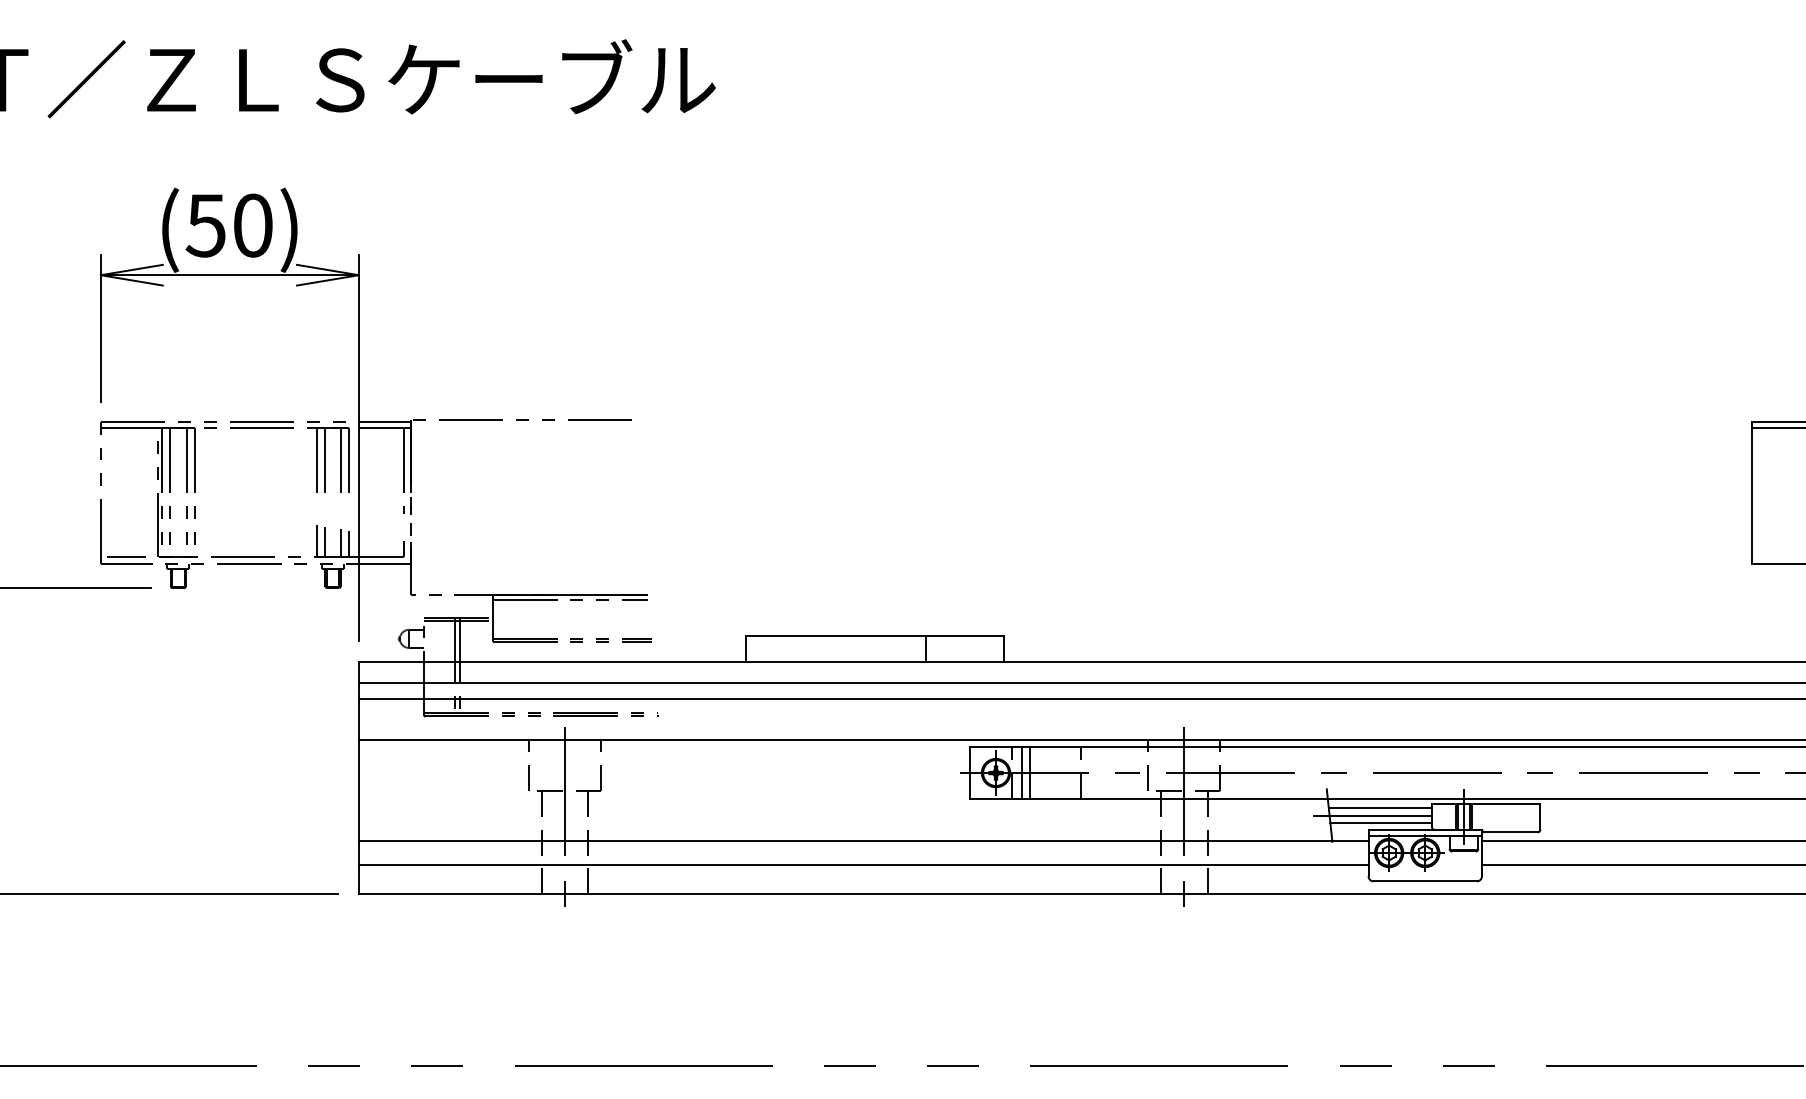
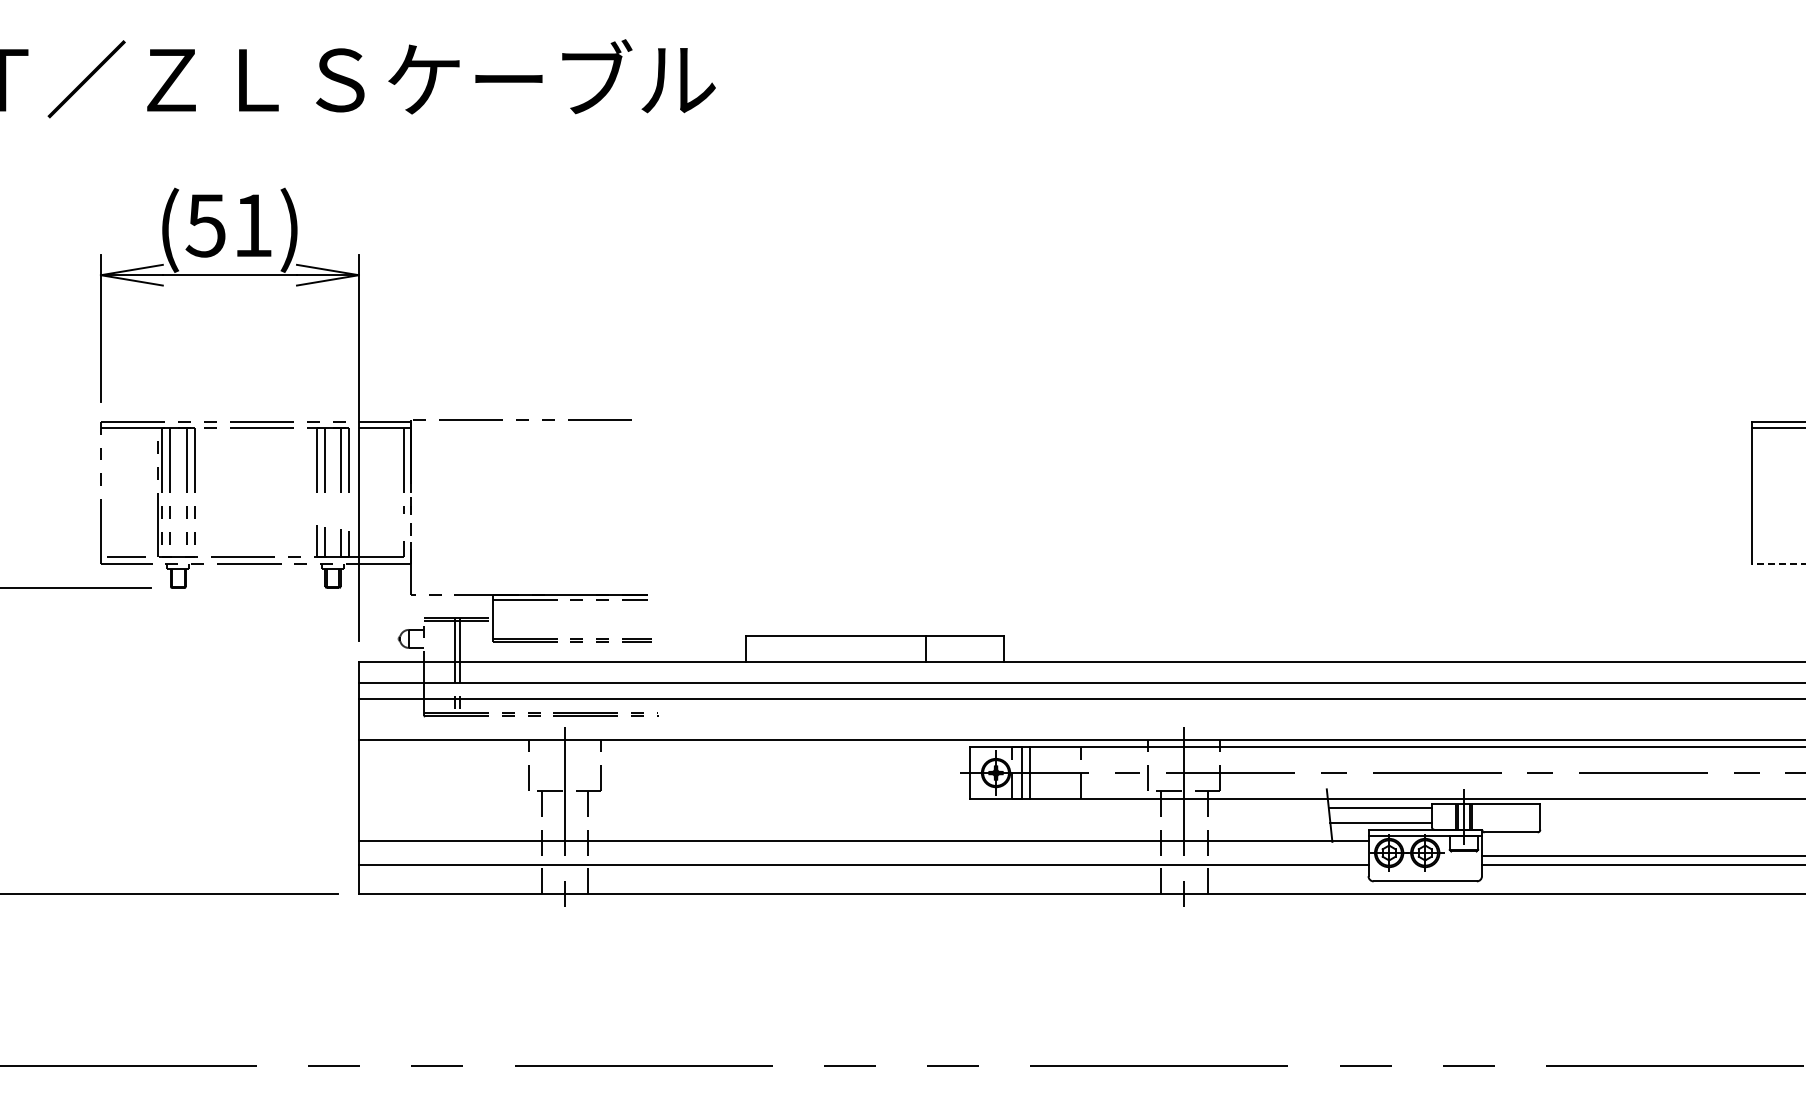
text at (253, 225): (50) -> (51)
line at (1778, 563): solid -> dashed
line at (1372, 815): present -> none
line at (1642, 841) position: (1642, 841) -> (1642, 856)
